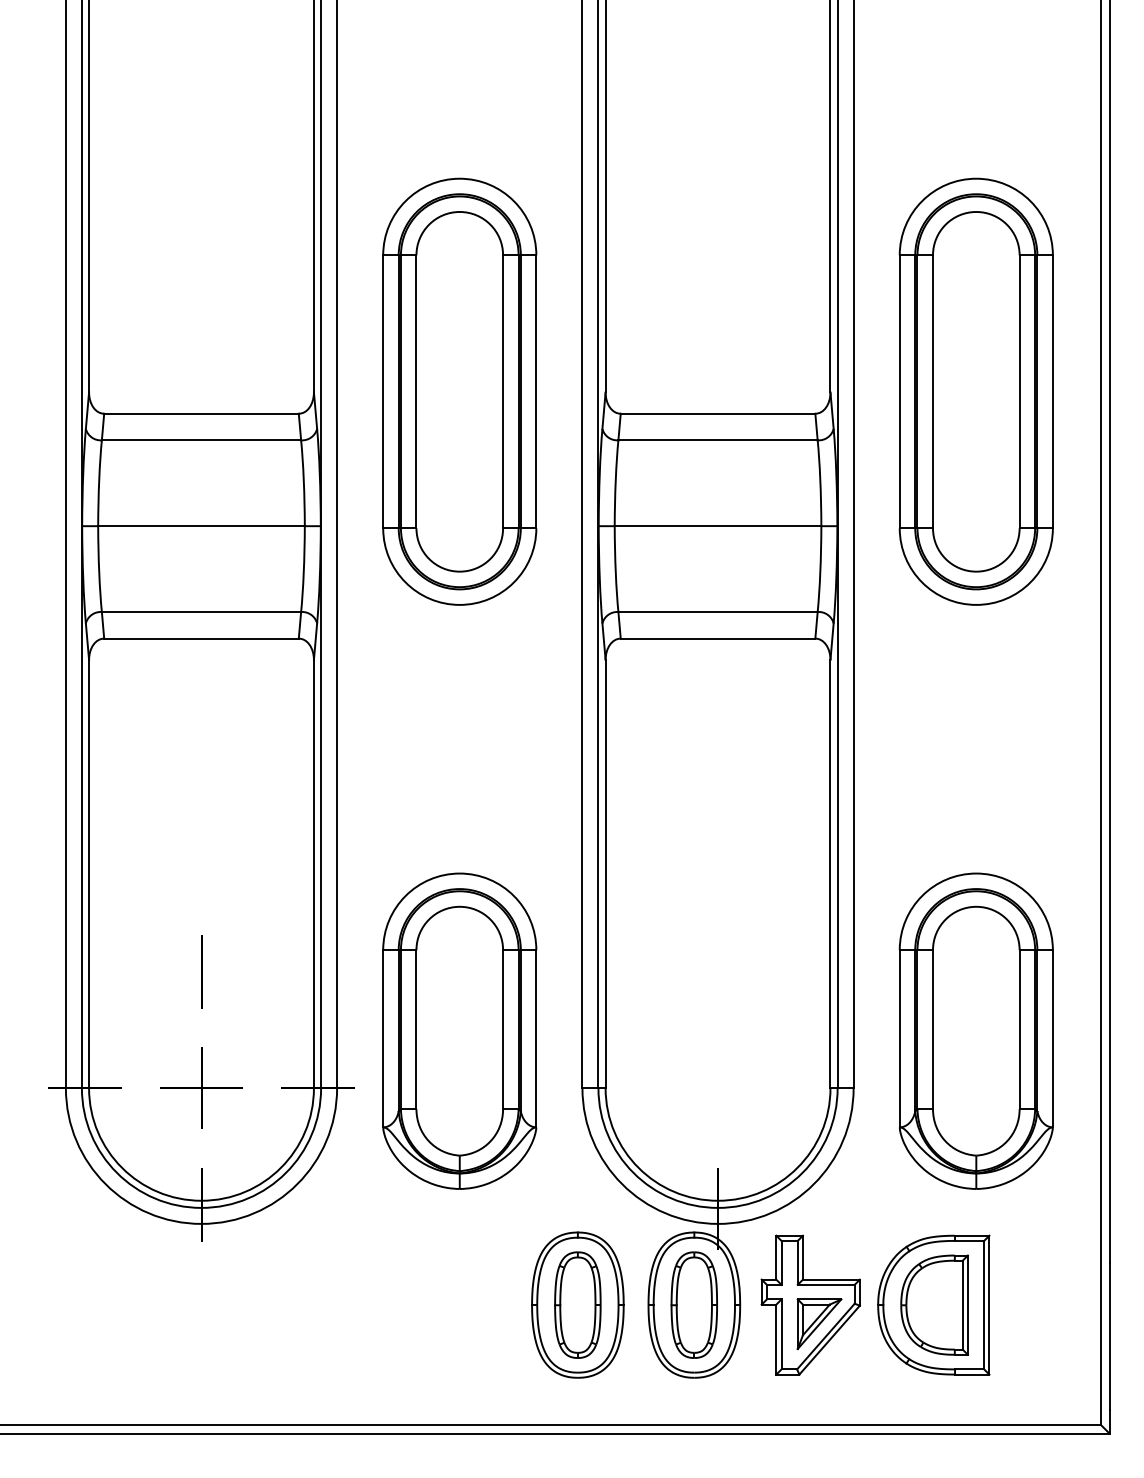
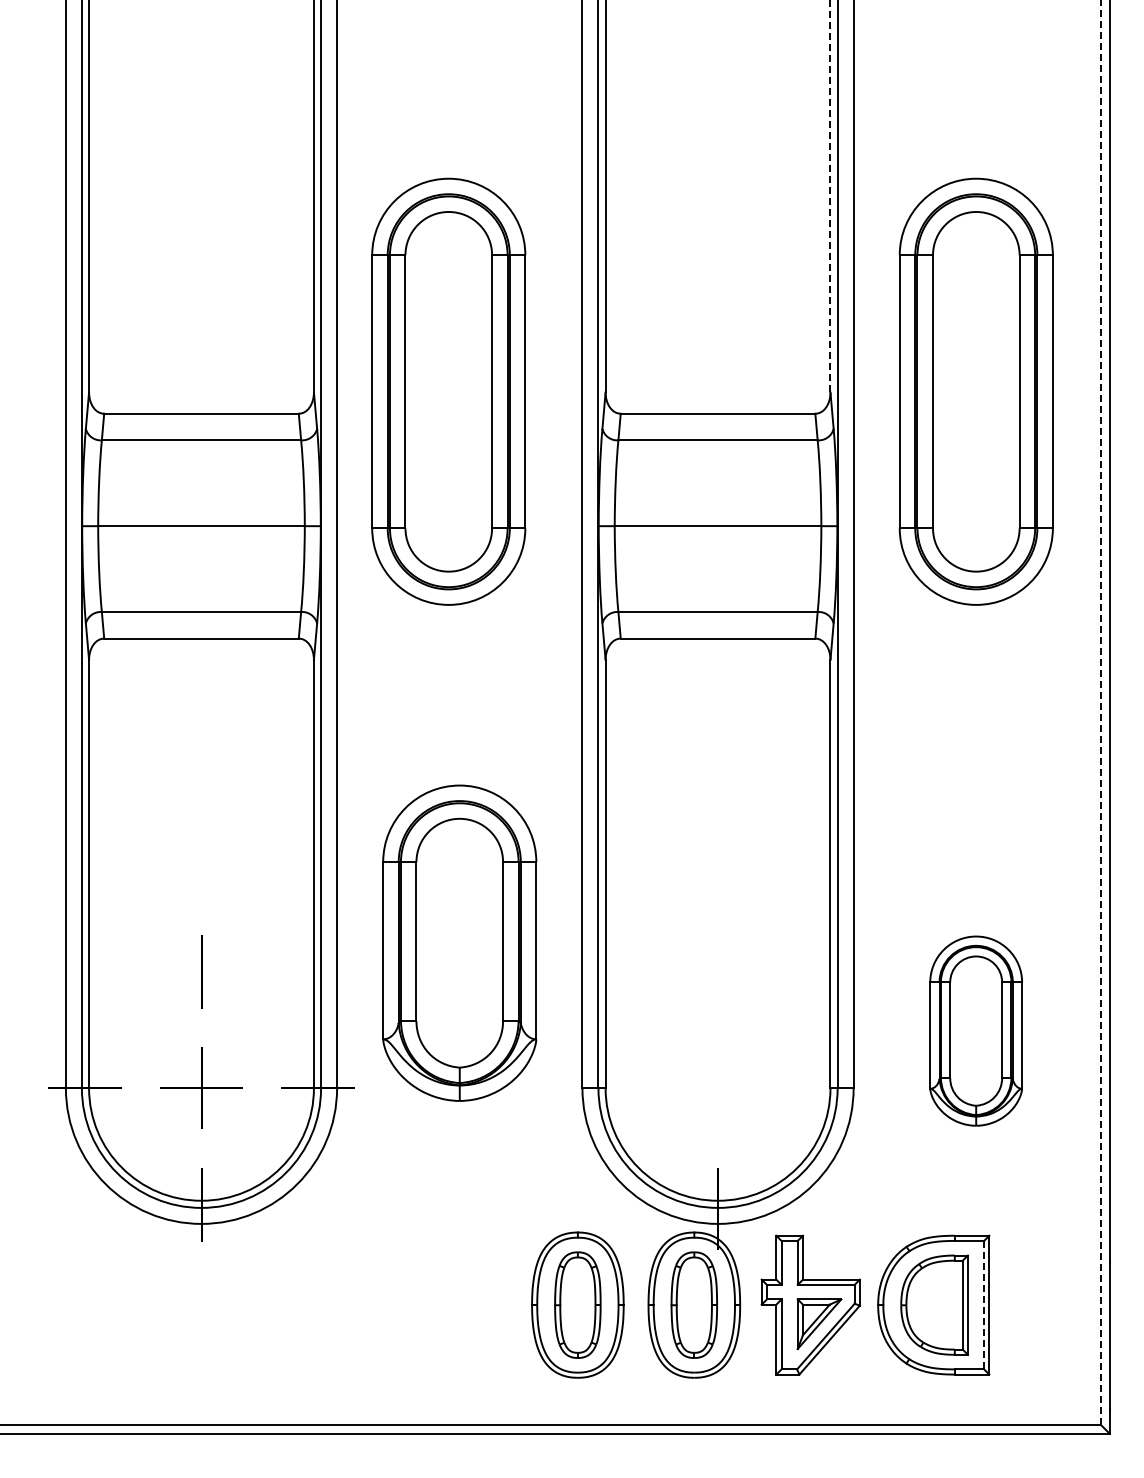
line at (830, 196): solid -> dashed
part at (459, 391) position: (459, 391) -> (448, 391)
line at (1101, 712): solid -> dashed
part at (459, 1030) position: (459, 1030) -> (459, 942)
part at (975, 1030) size: 156x318 px -> 94x192 px
line at (984, 1305): solid -> dashed
